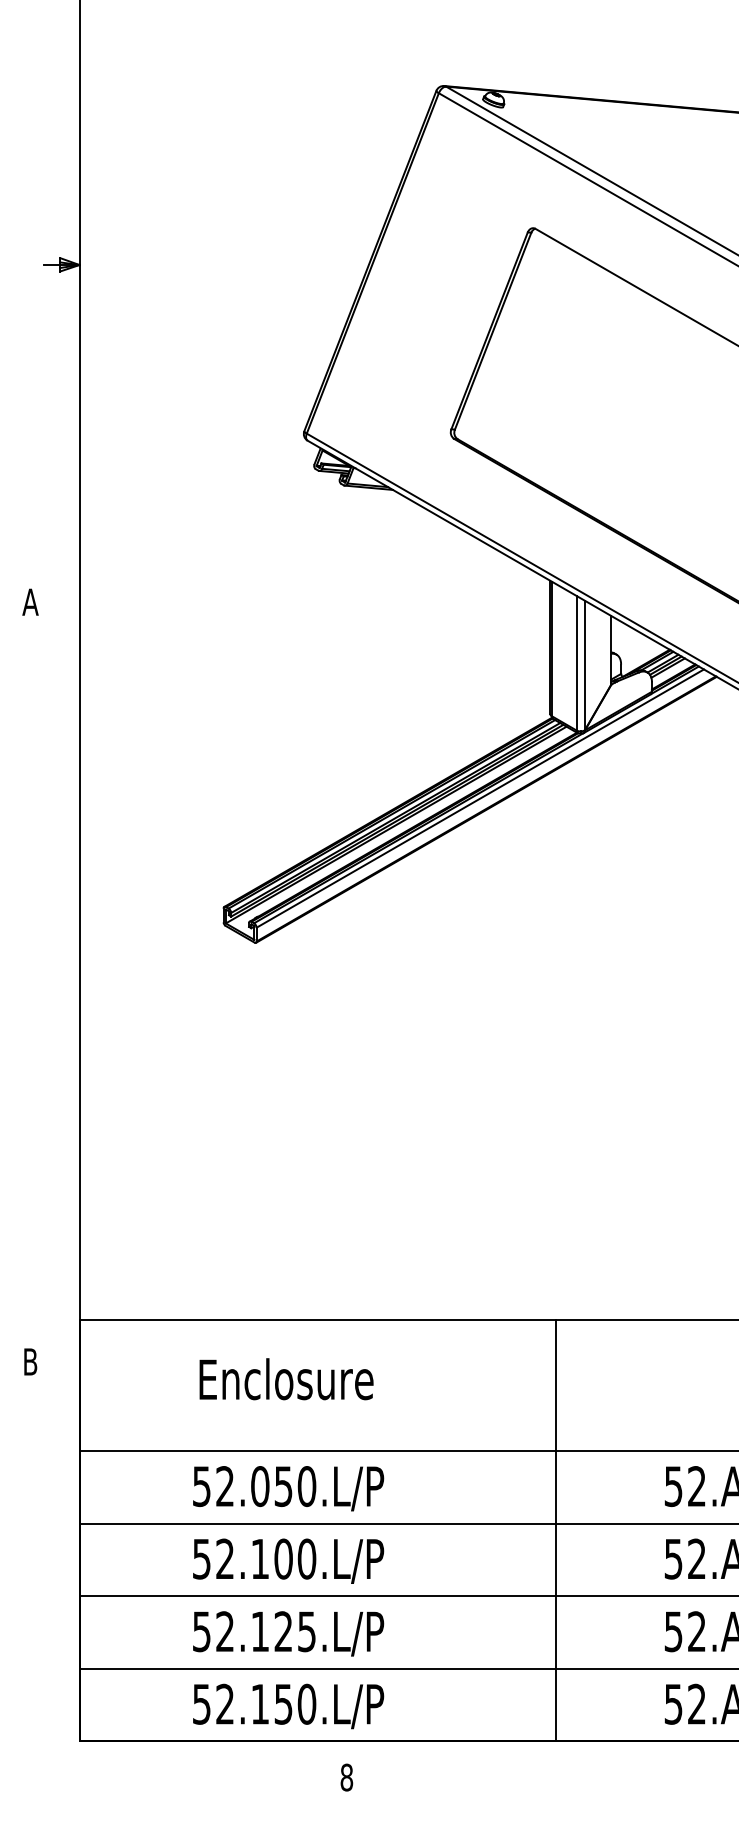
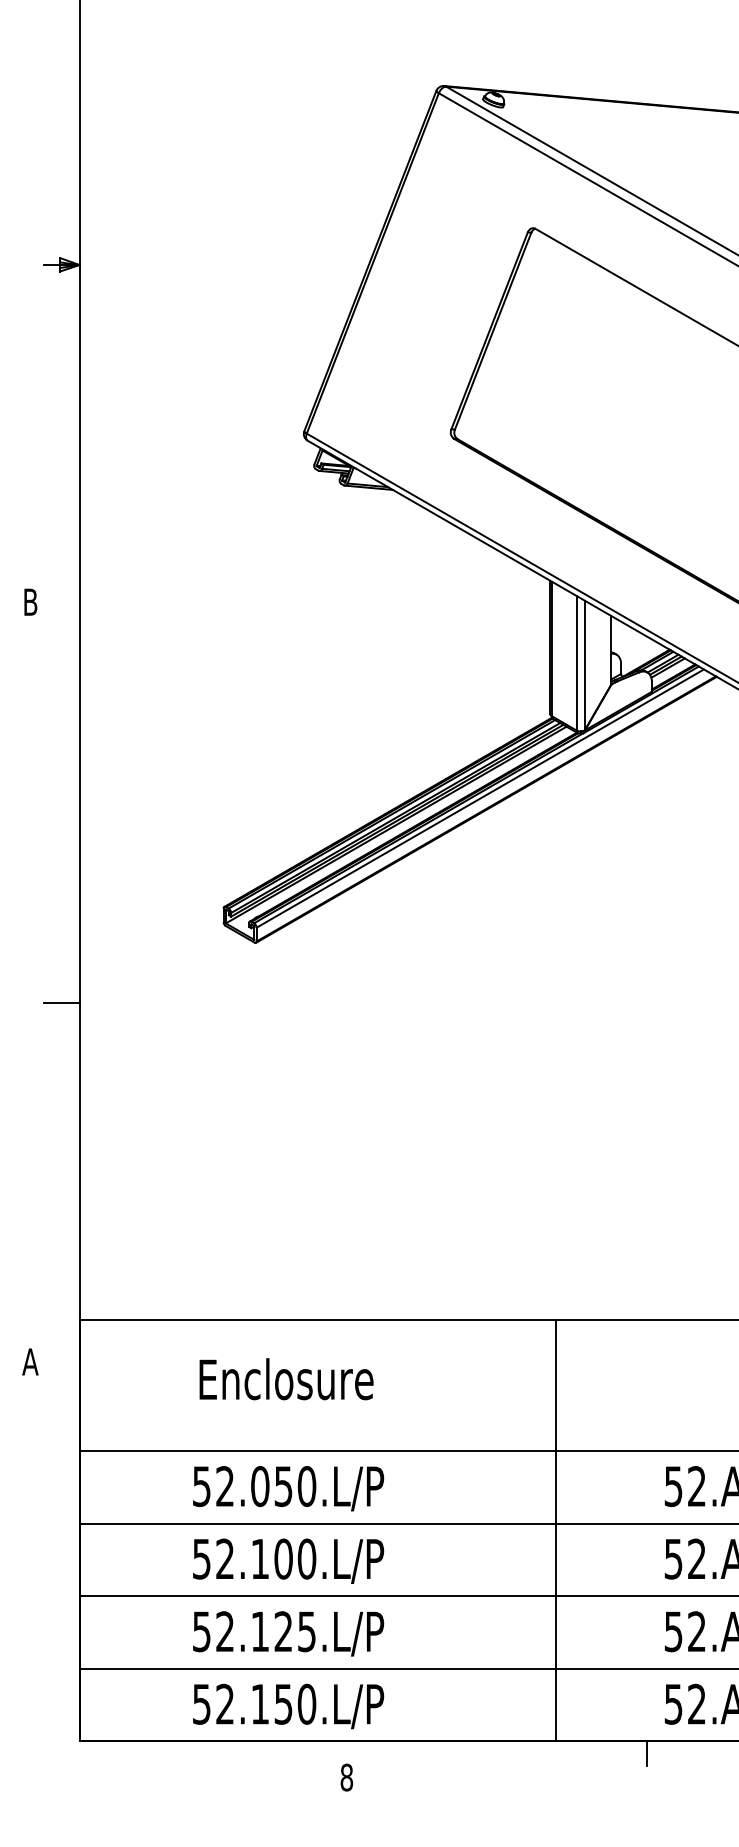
text at (30, 601): A -> B
line at (61, 1003): none -> present
text at (30, 1361): B -> A
line at (646, 1753): none -> present
